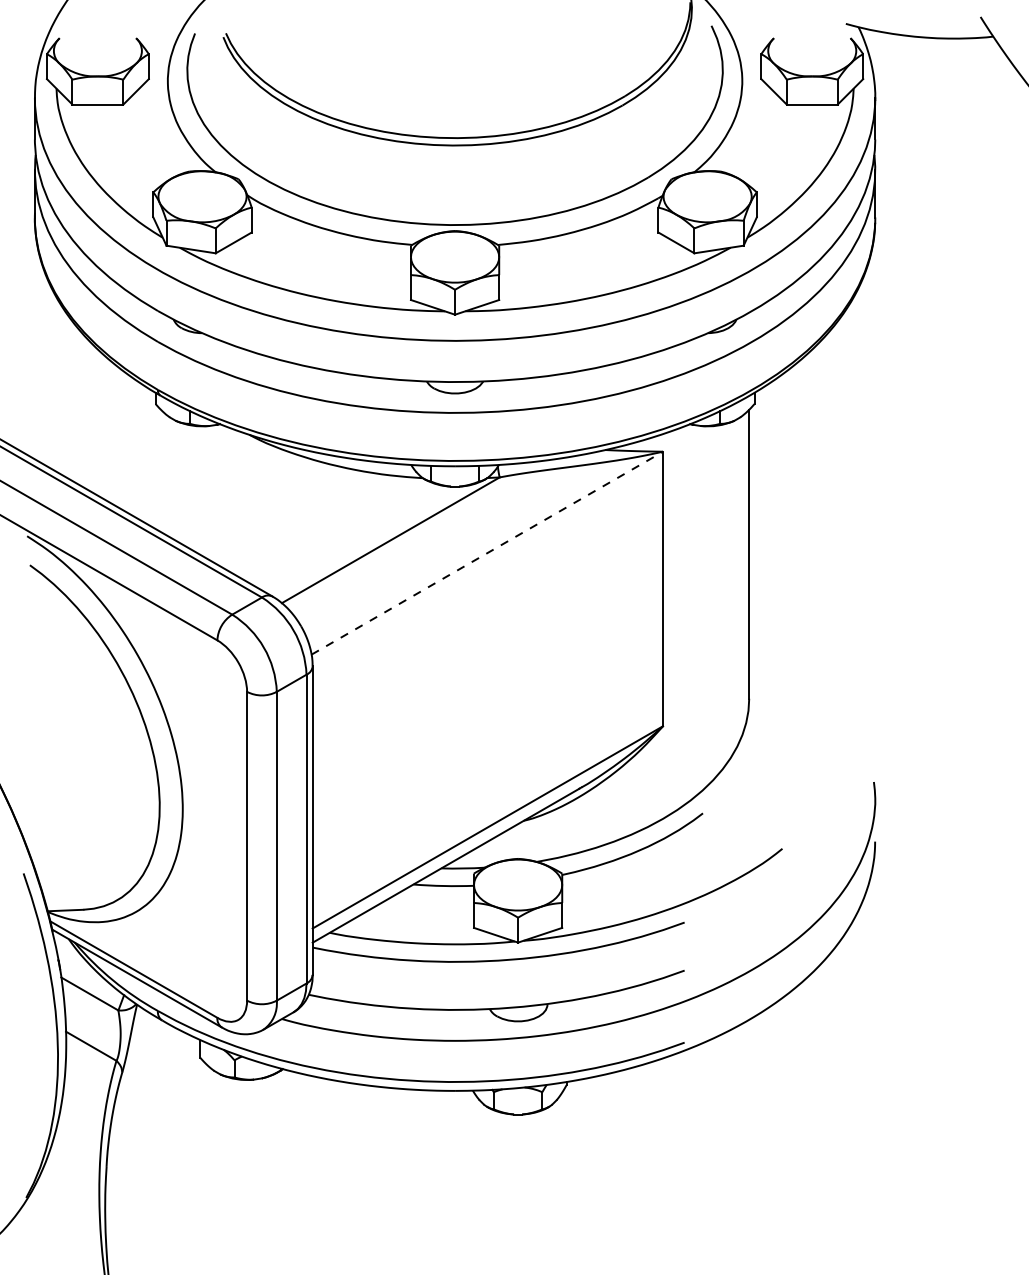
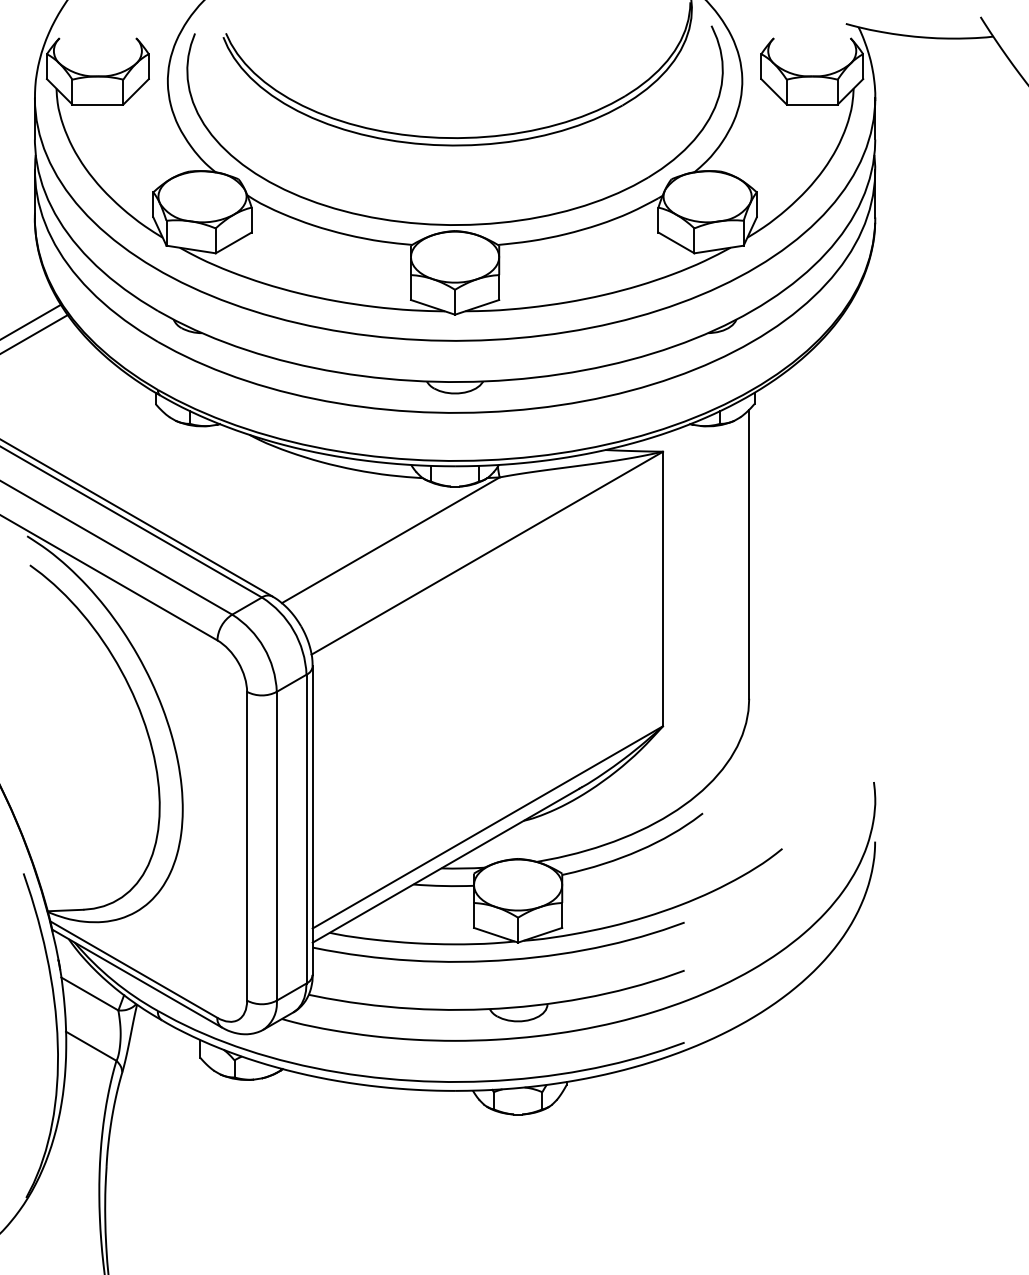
line at (31, 321): none -> present
line at (34, 333): none -> present
line at (487, 553): dashed -> solid
